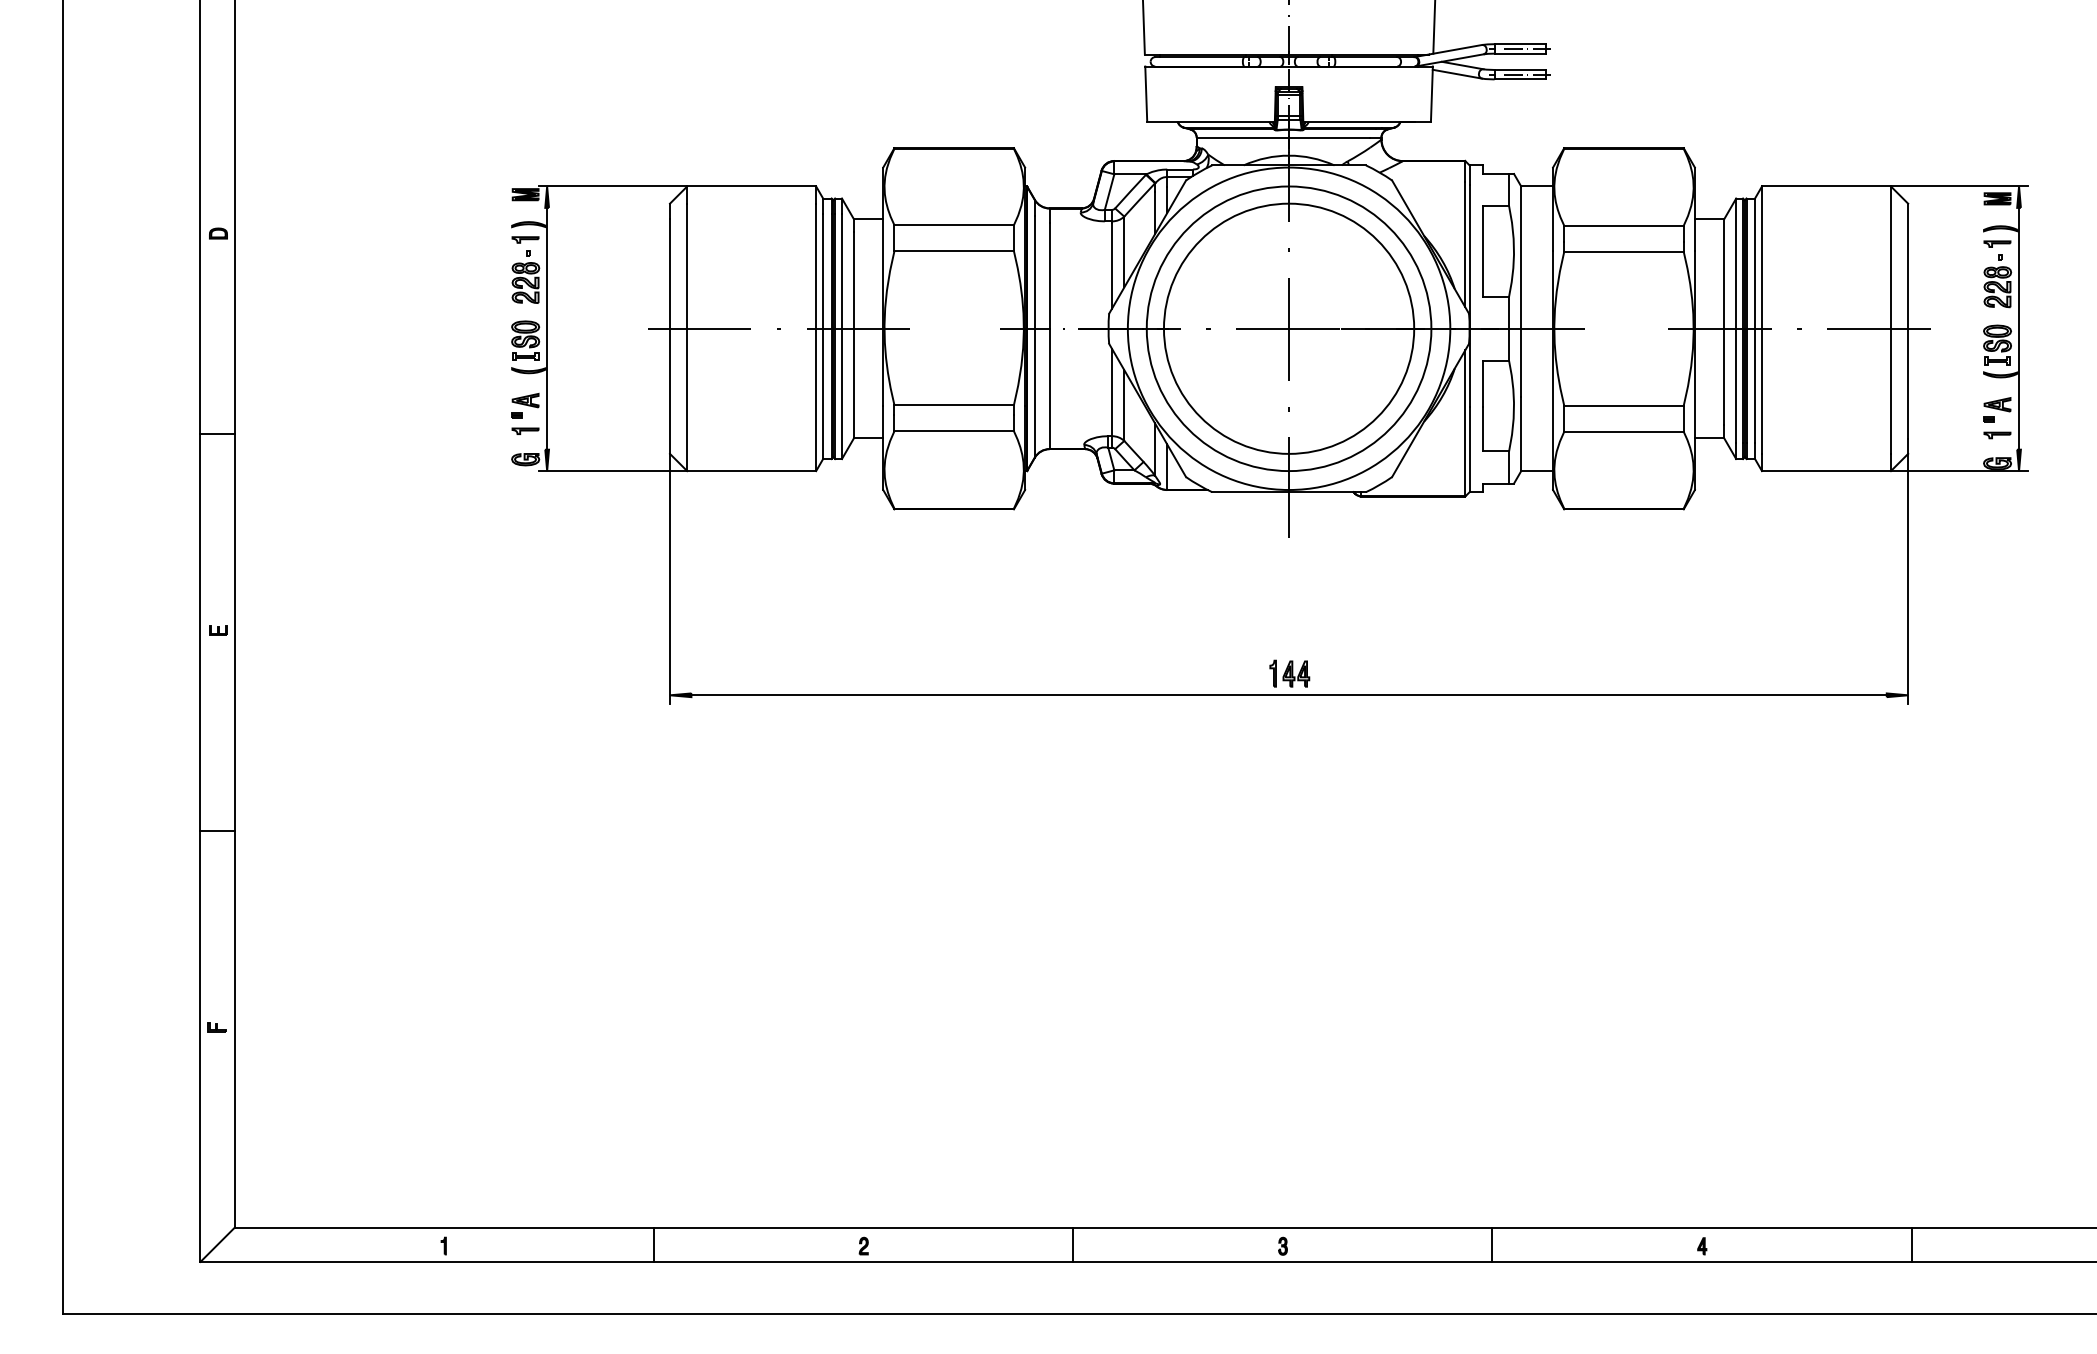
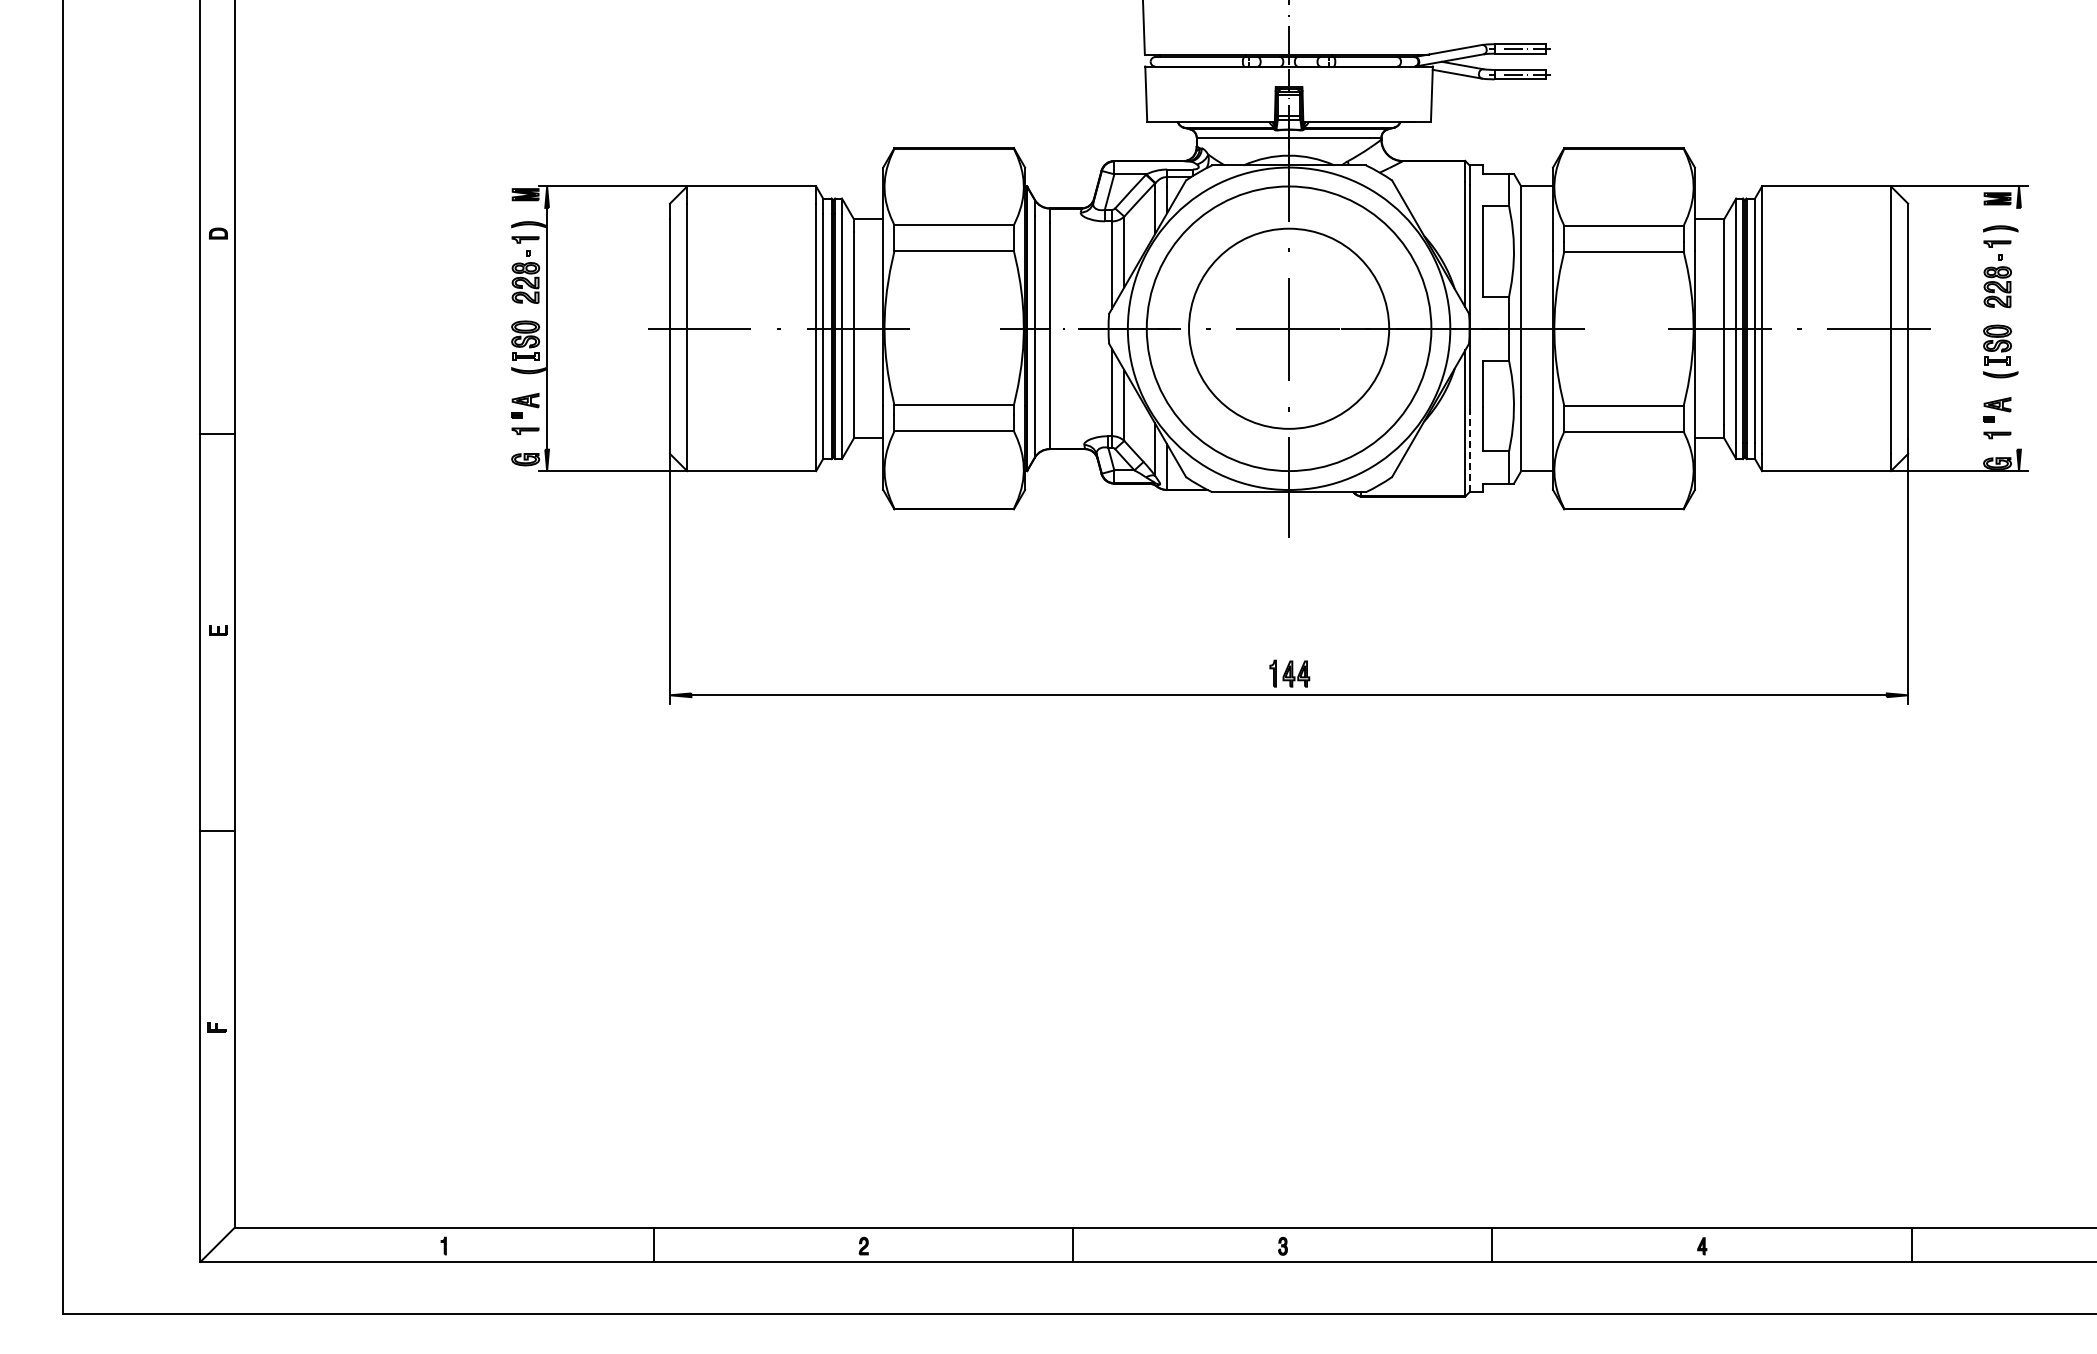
line at (1434, 27): present -> none
circle at (1288, 328) diameter: 250 px -> 200 px
line at (2019, 328): present -> none
line at (1469, 449): solid -> dashed
